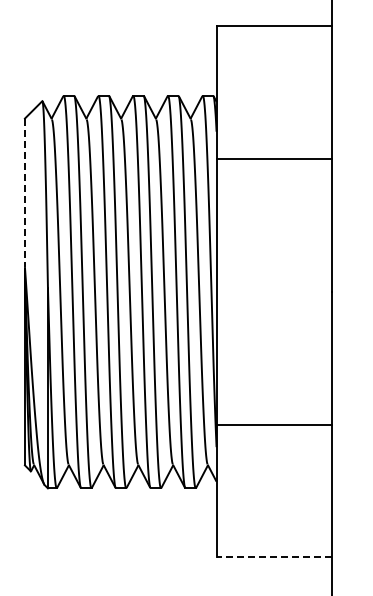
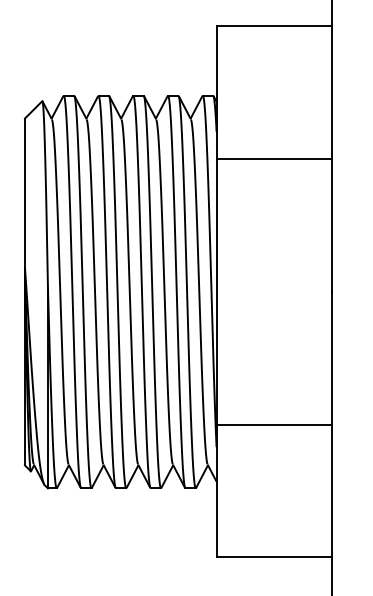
line at (24, 193): dashed -> solid
line at (273, 557): dashed -> solid
